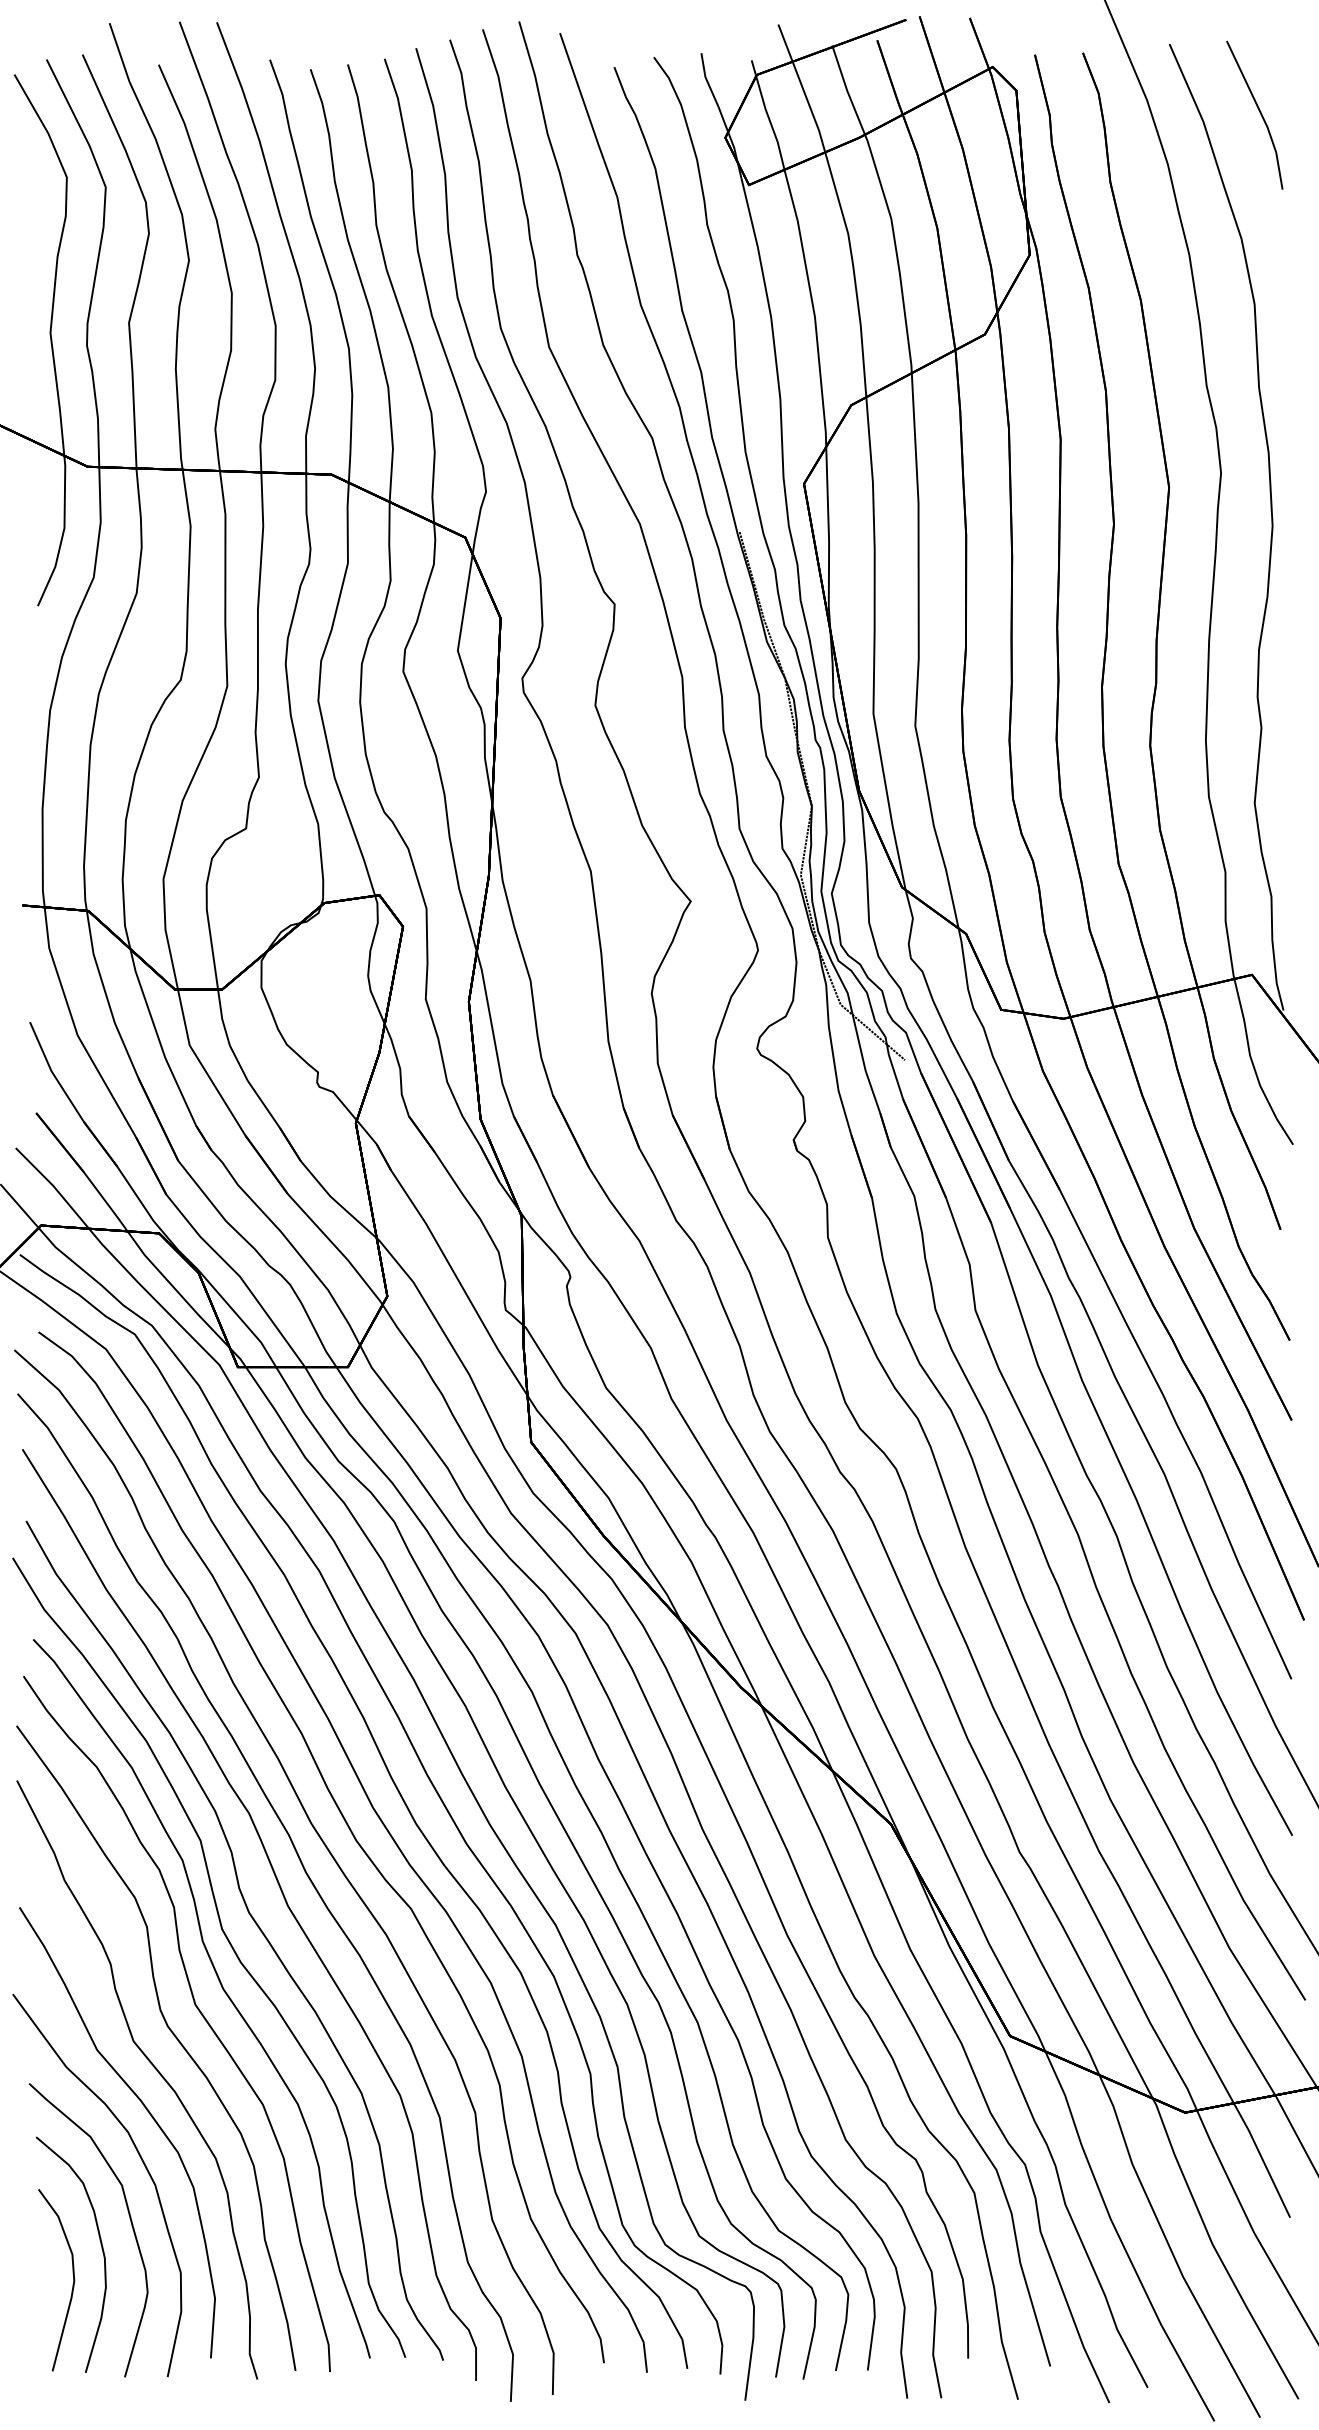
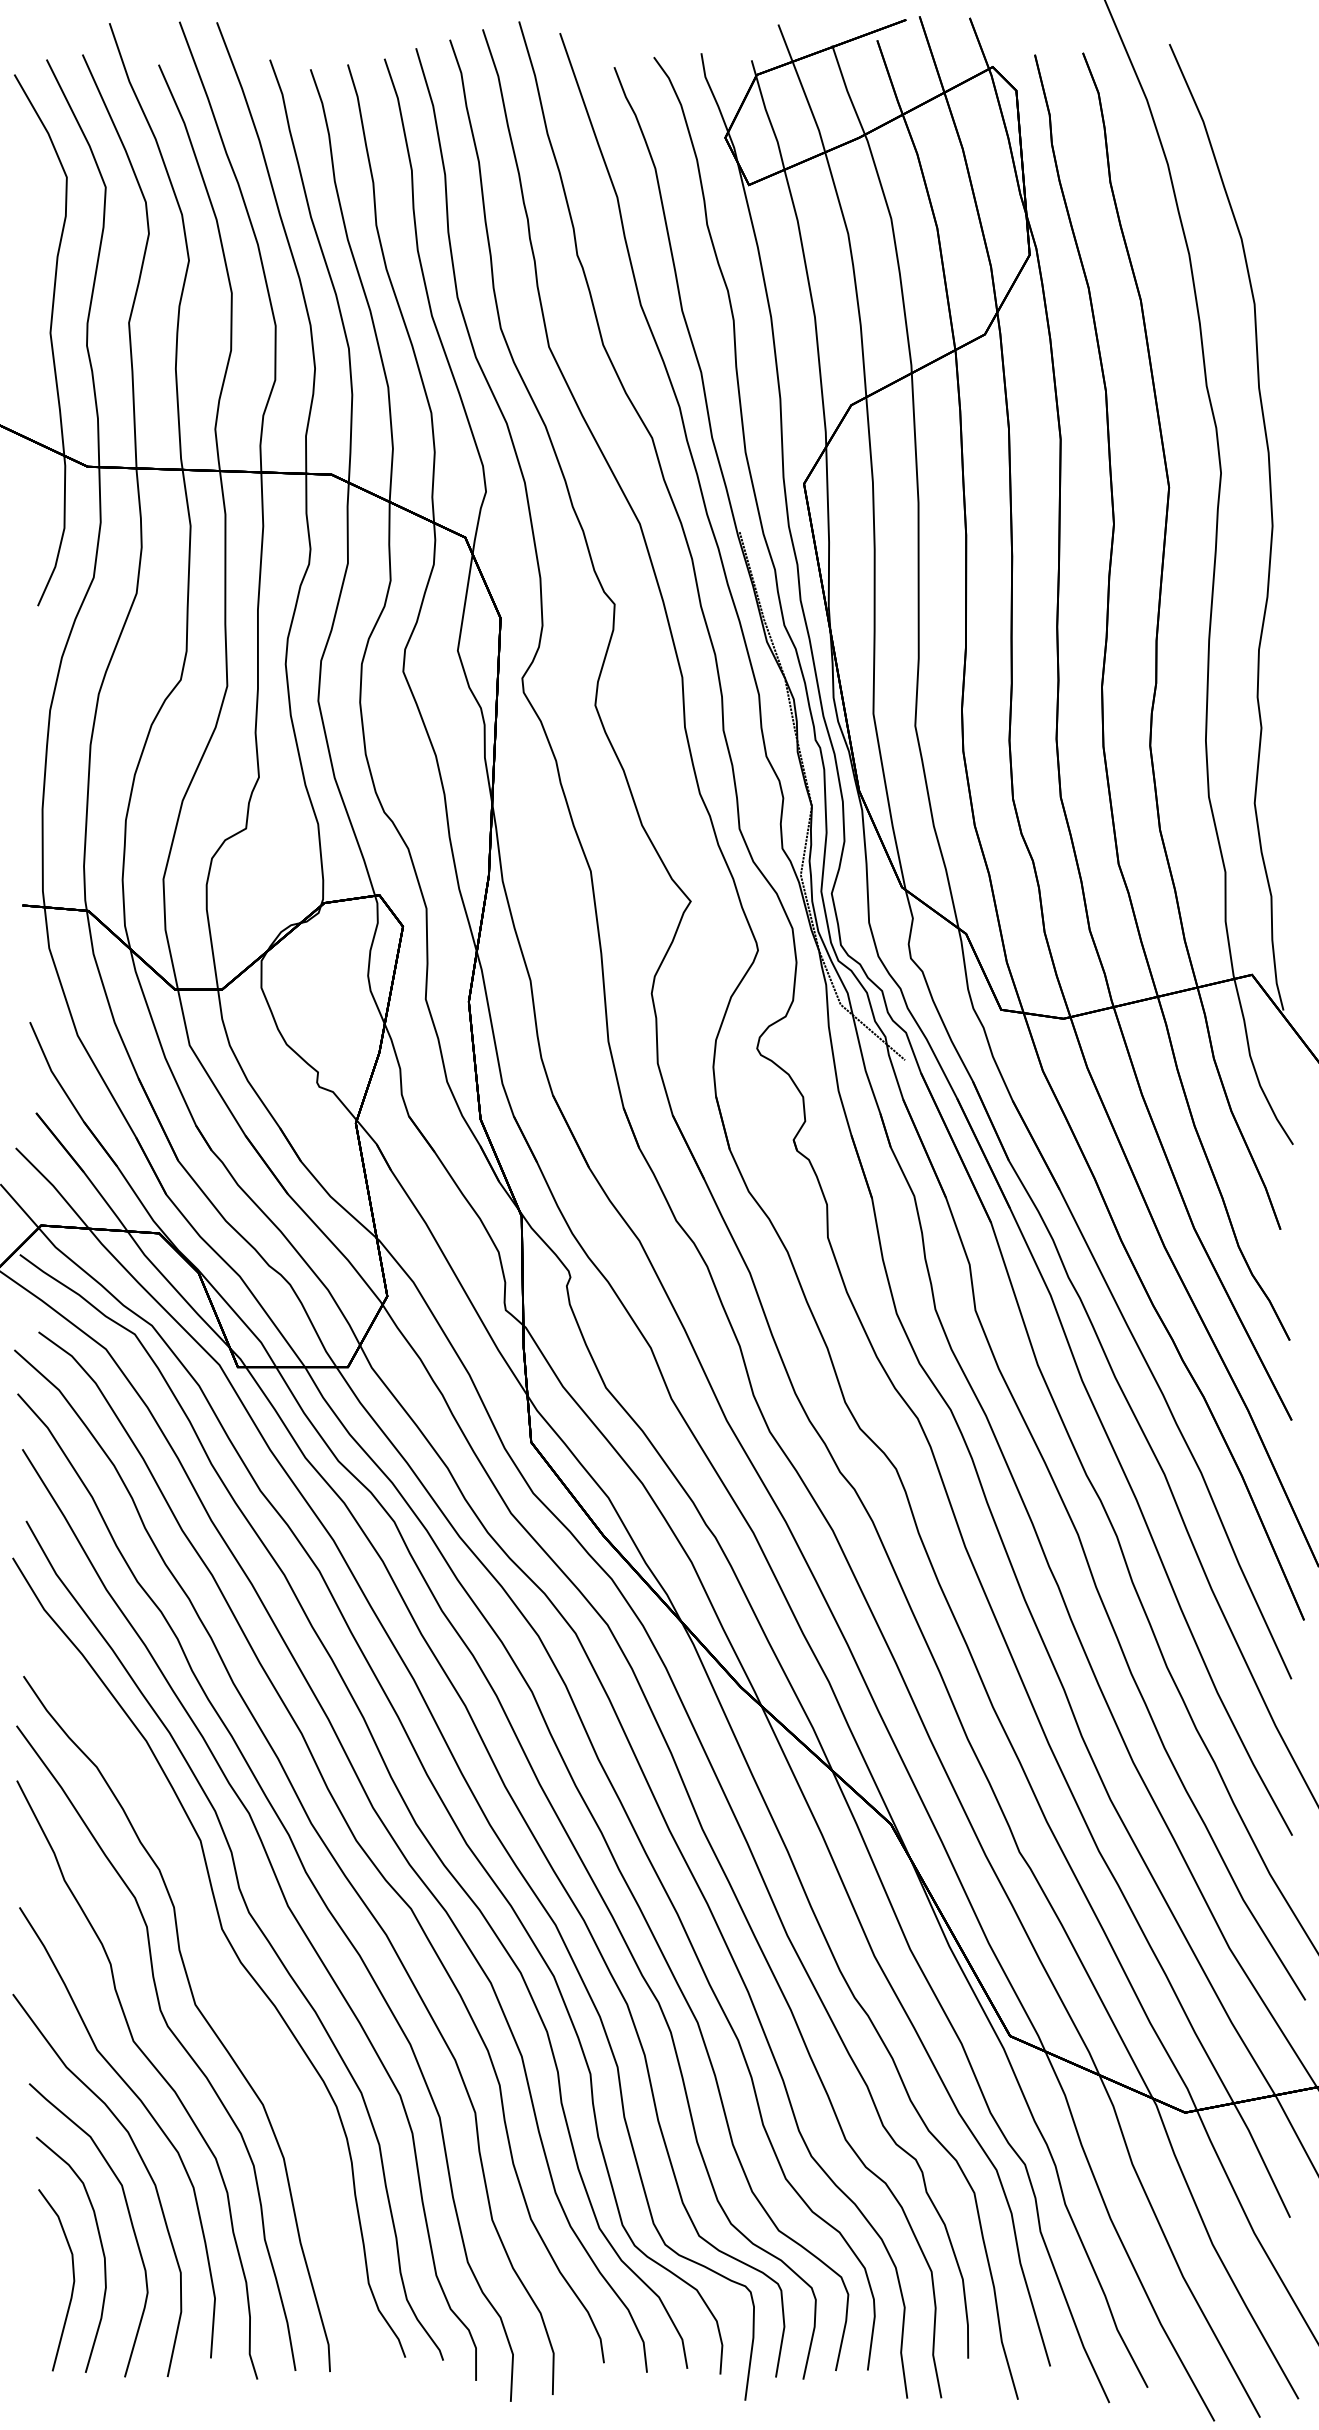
line at (1259, 112): present -> none
part at (221, 1987): present -> none
